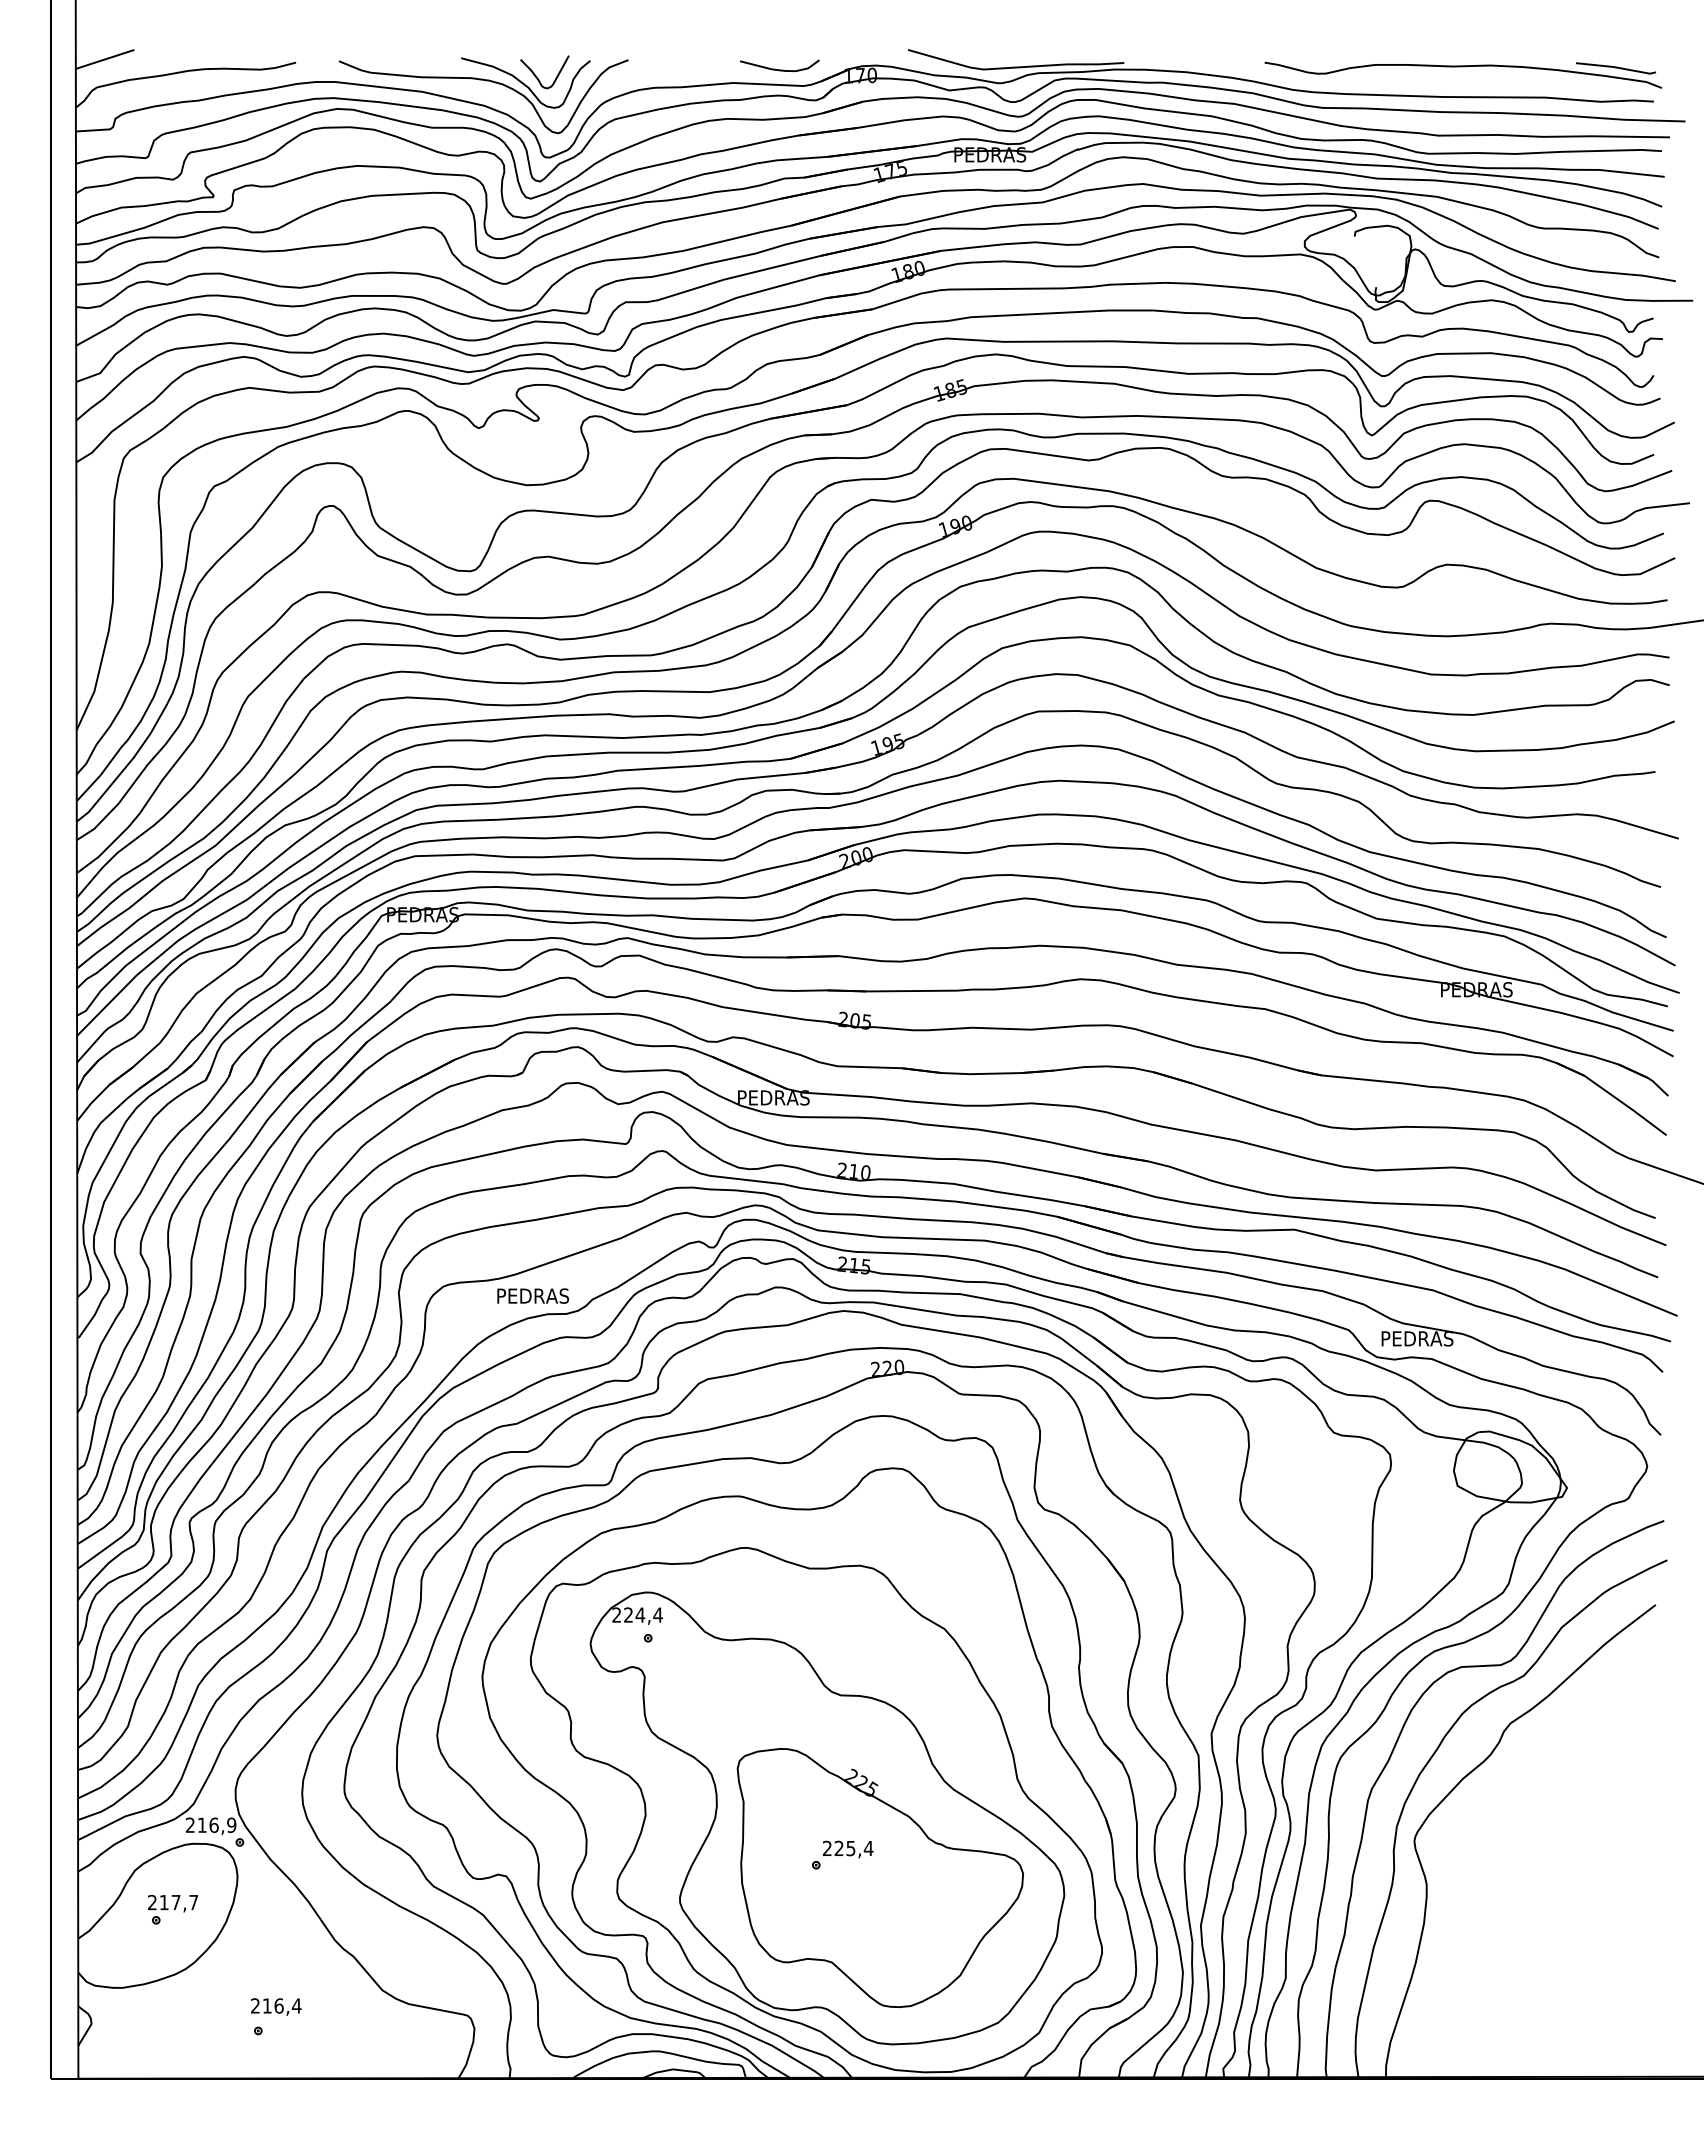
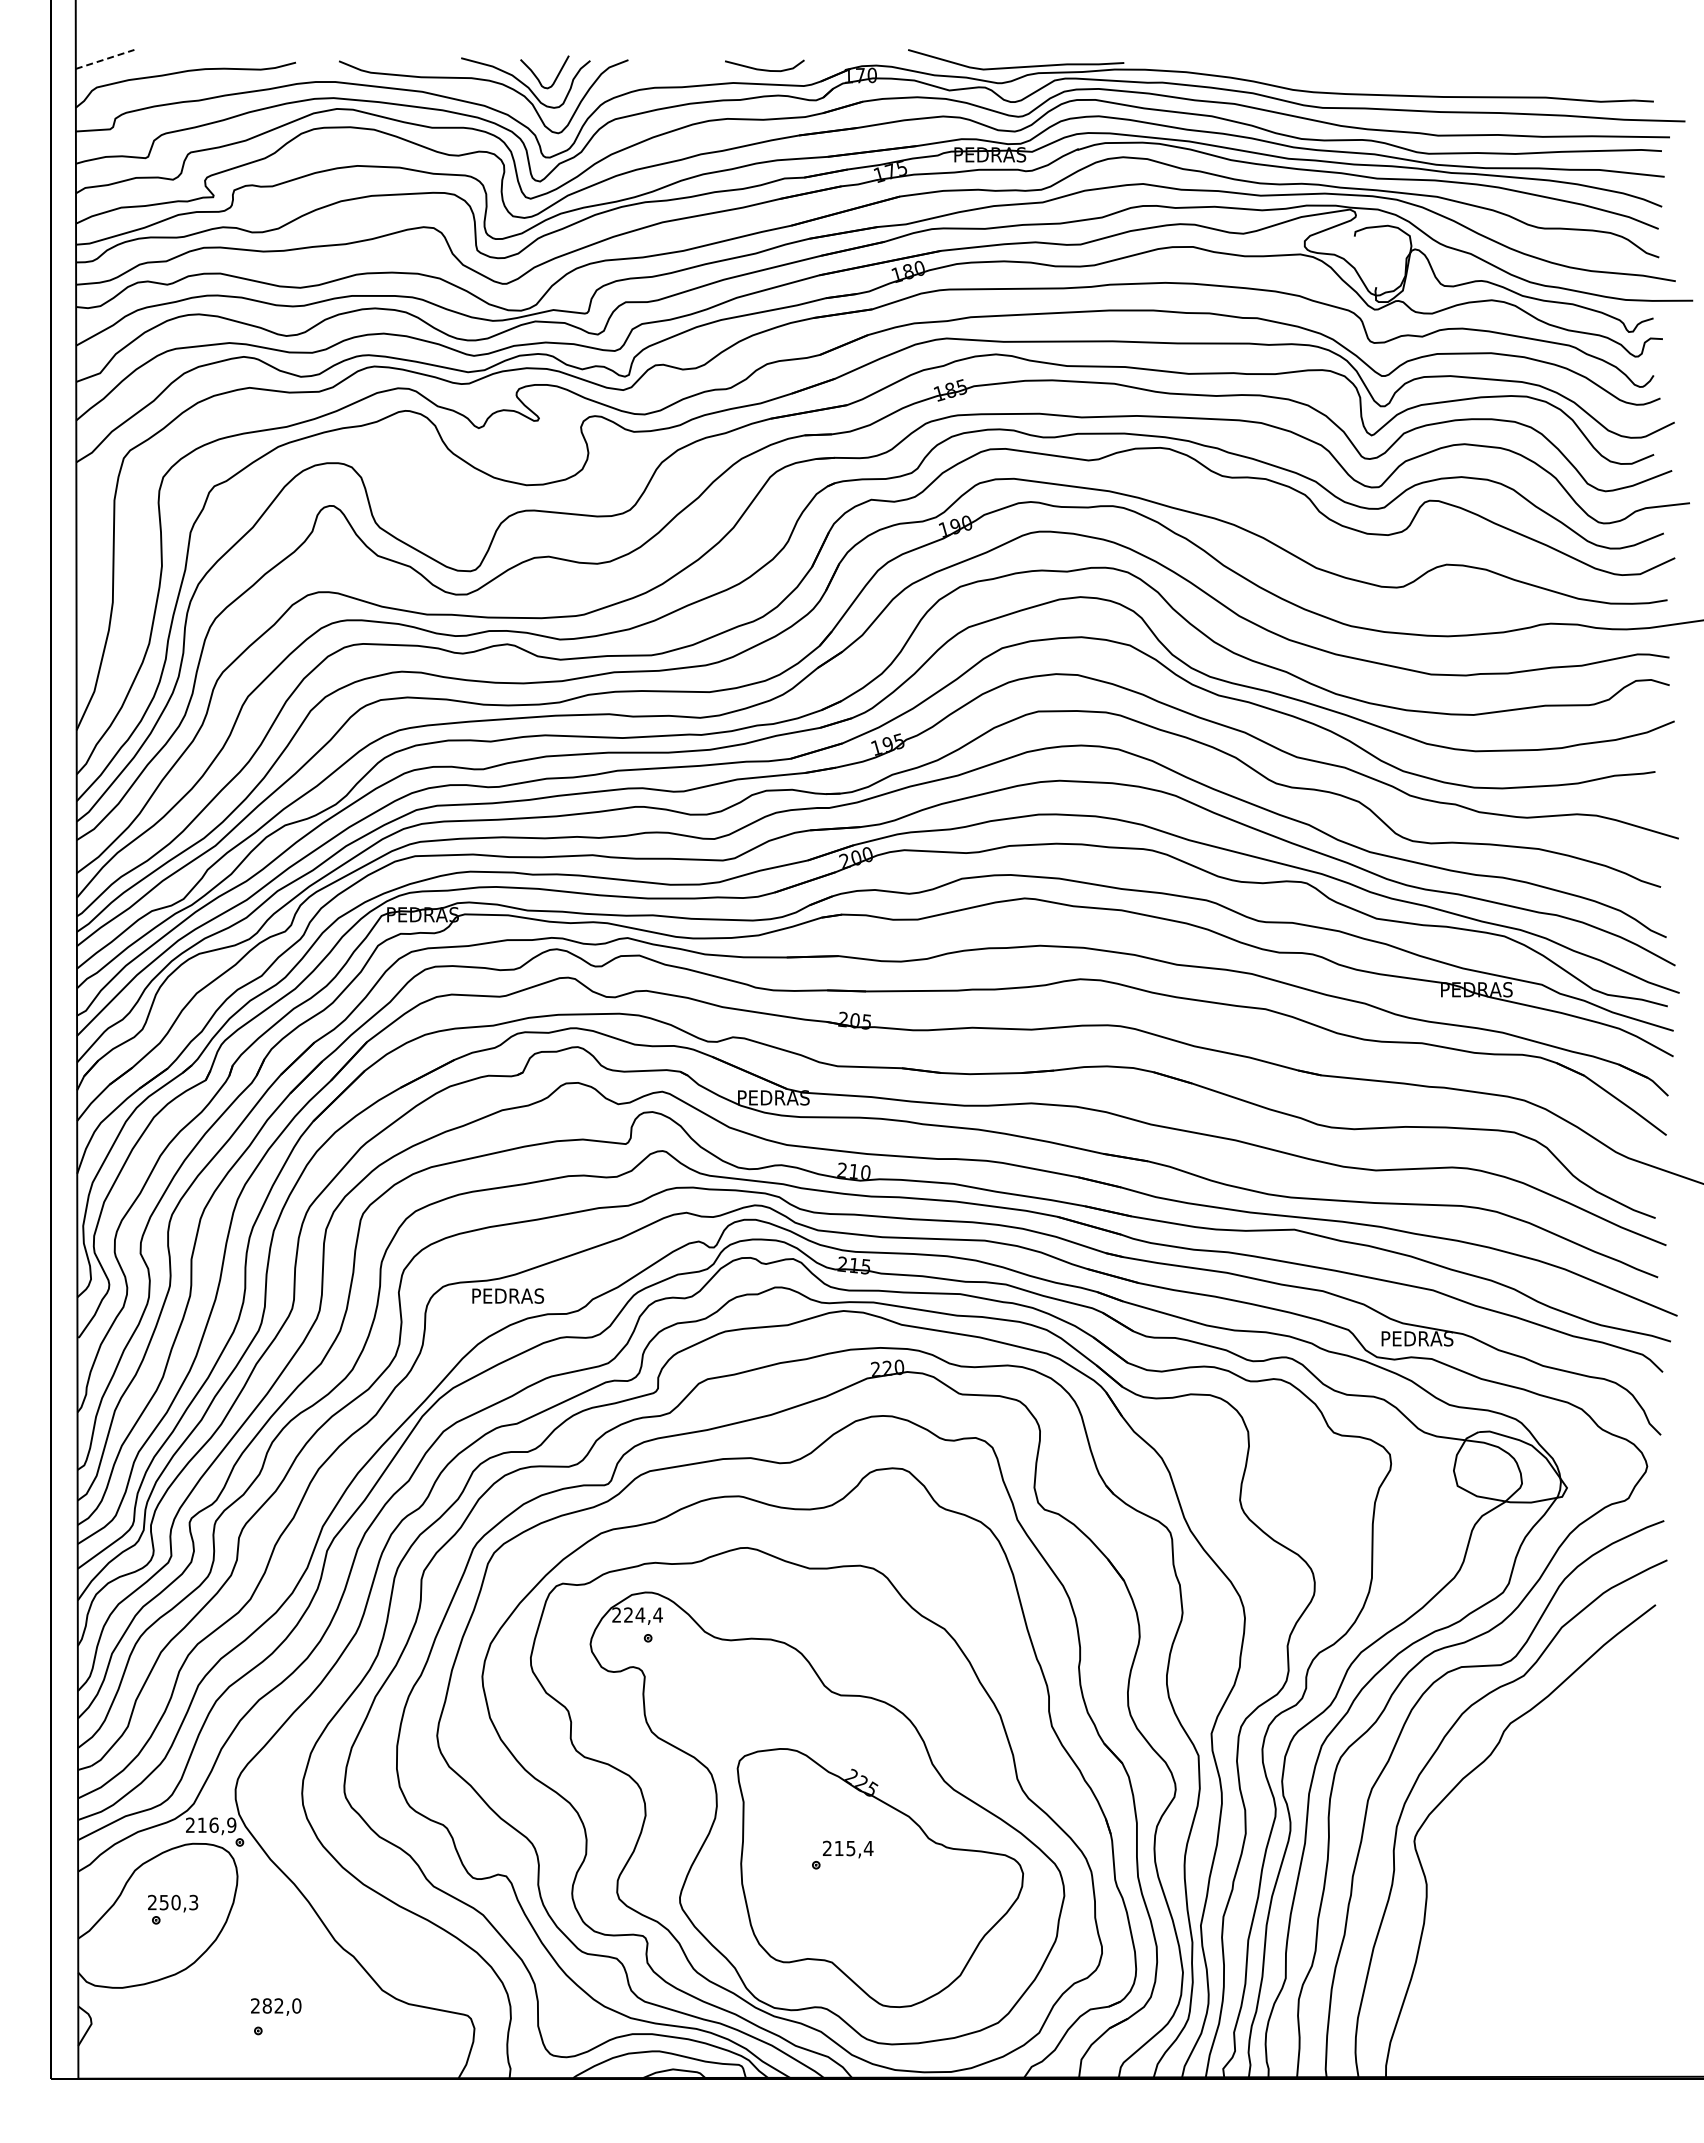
line at (105, 59): solid -> dashed
part at (1463, 67): present -> none
curve at (779, 69) position: (779, 69) -> (764, 69)
text at (533, 1295) position: (533, 1295) -> (508, 1295)
text at (838, 1847): 225,4 -> 215,4
text at (178, 1902): 217,7 -> 250,3
text at (281, 2005): 216,4 -> 282,0
